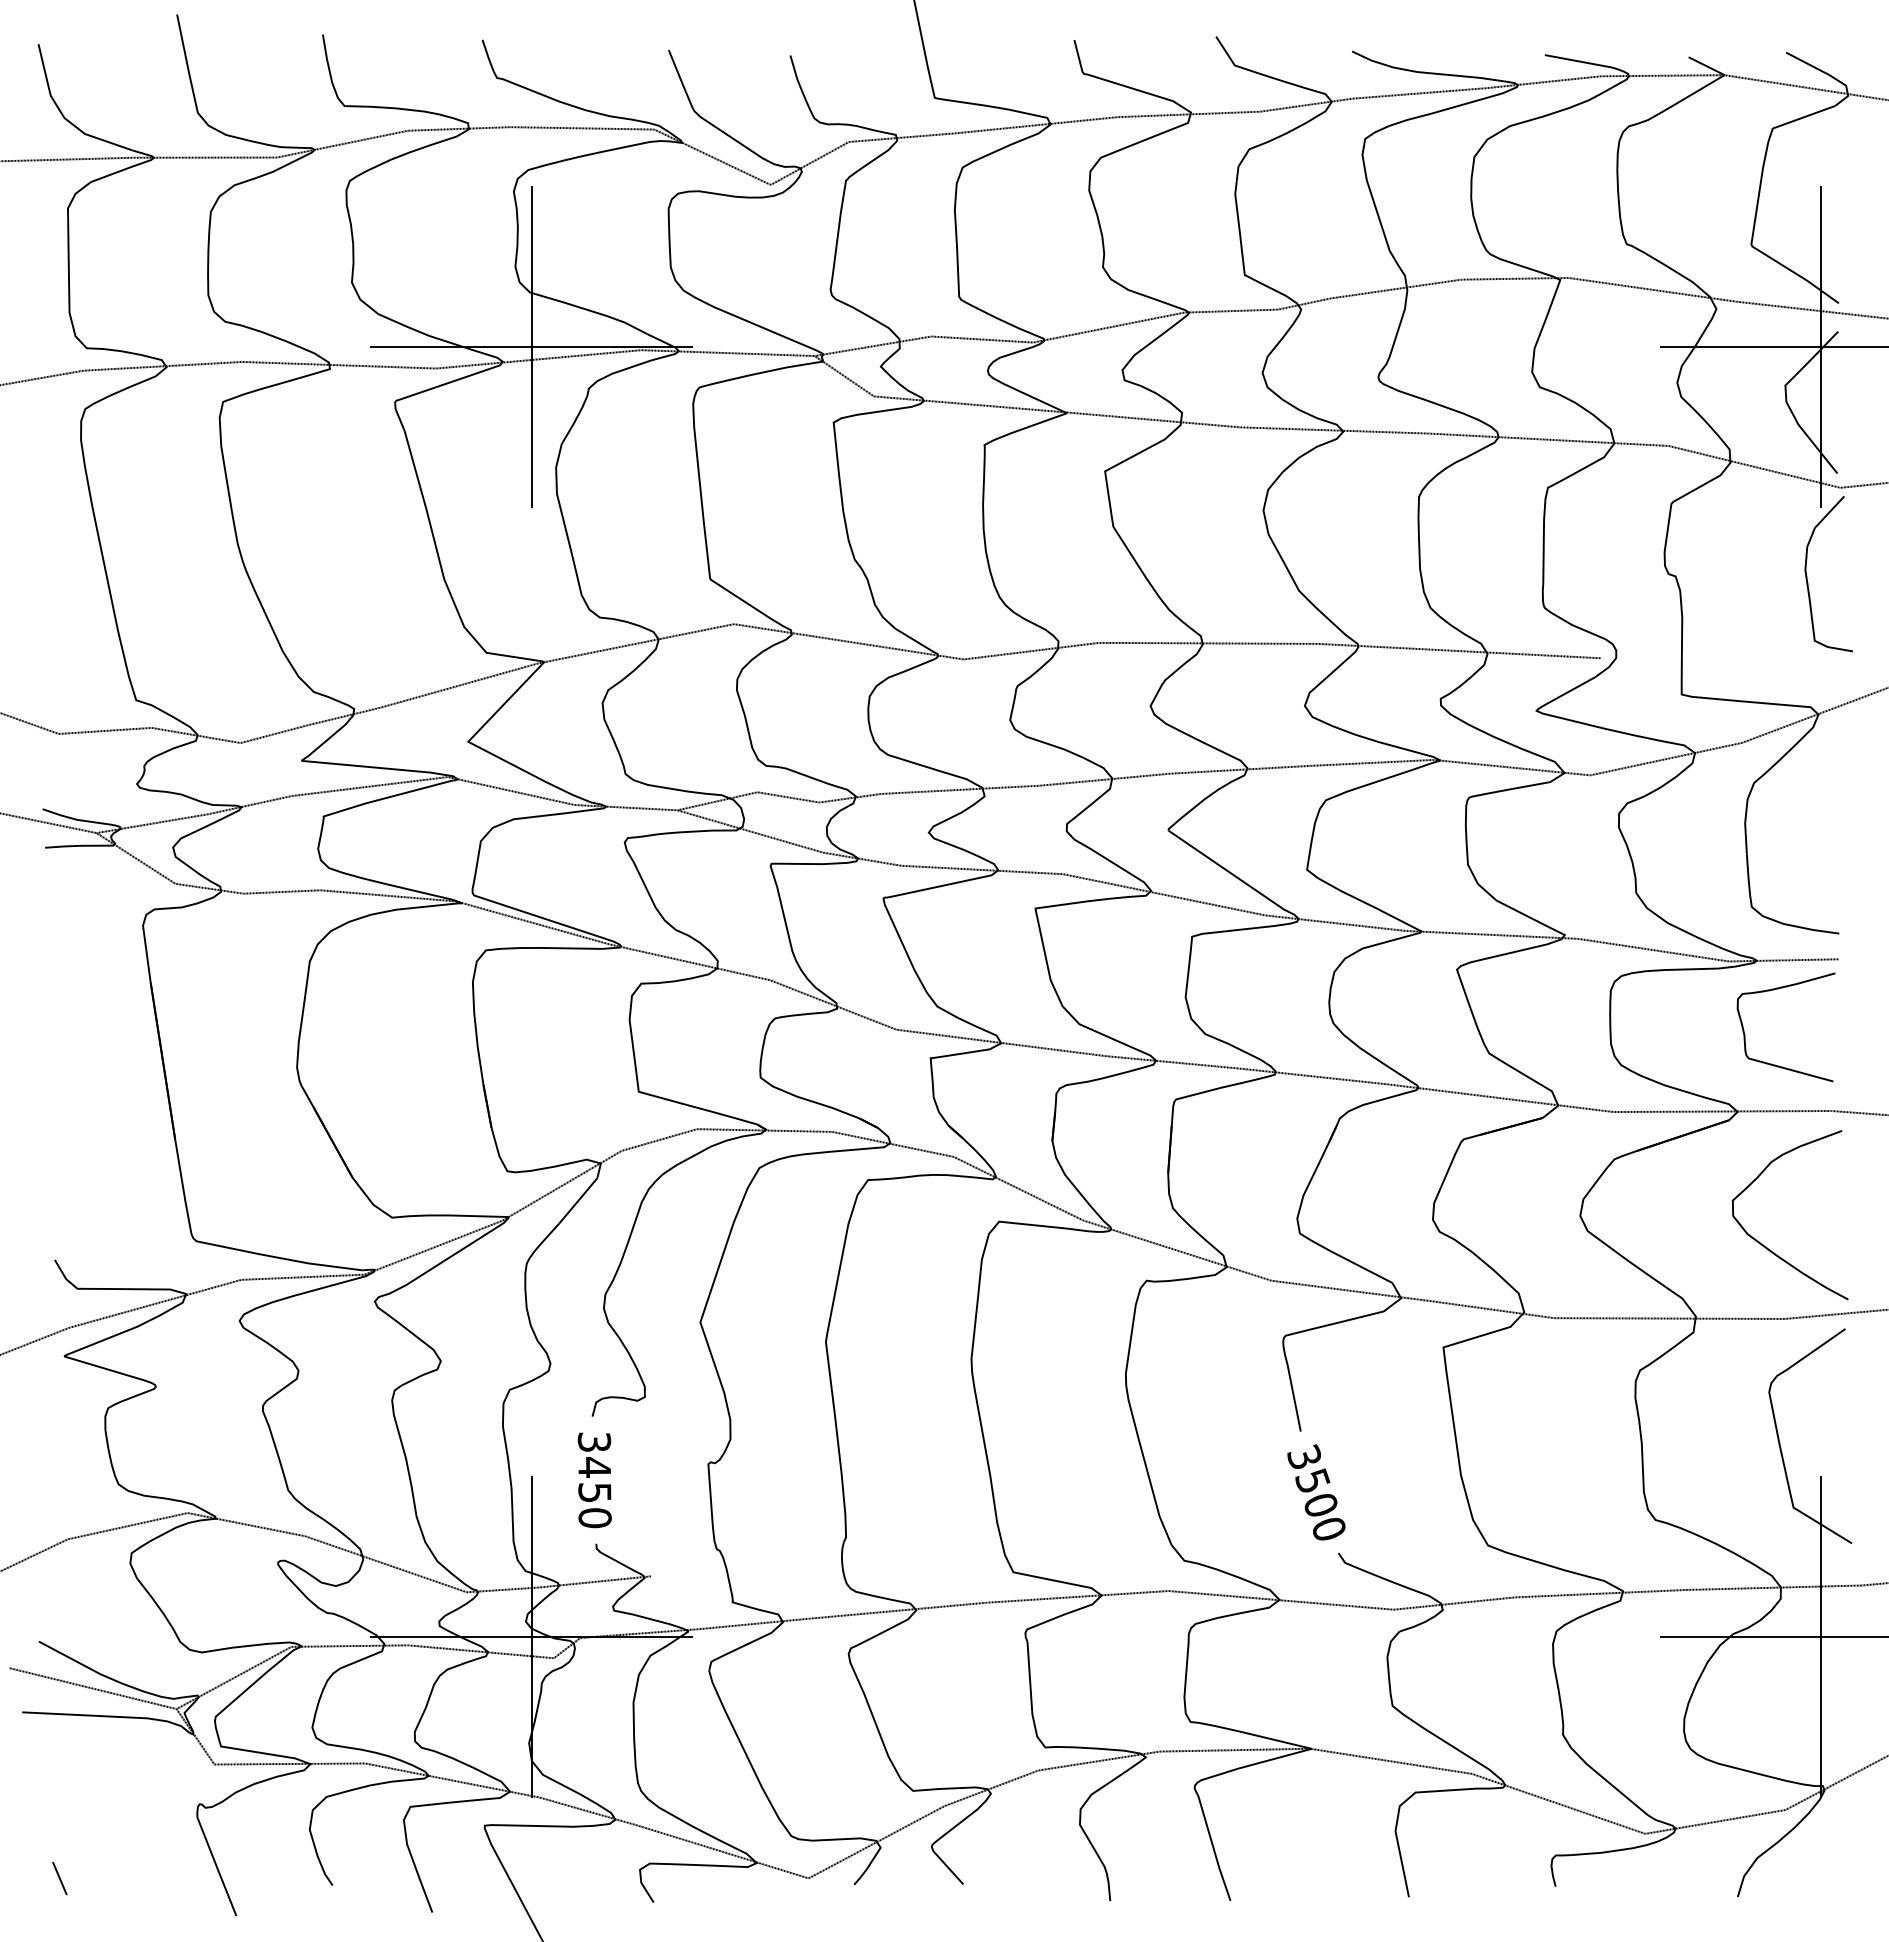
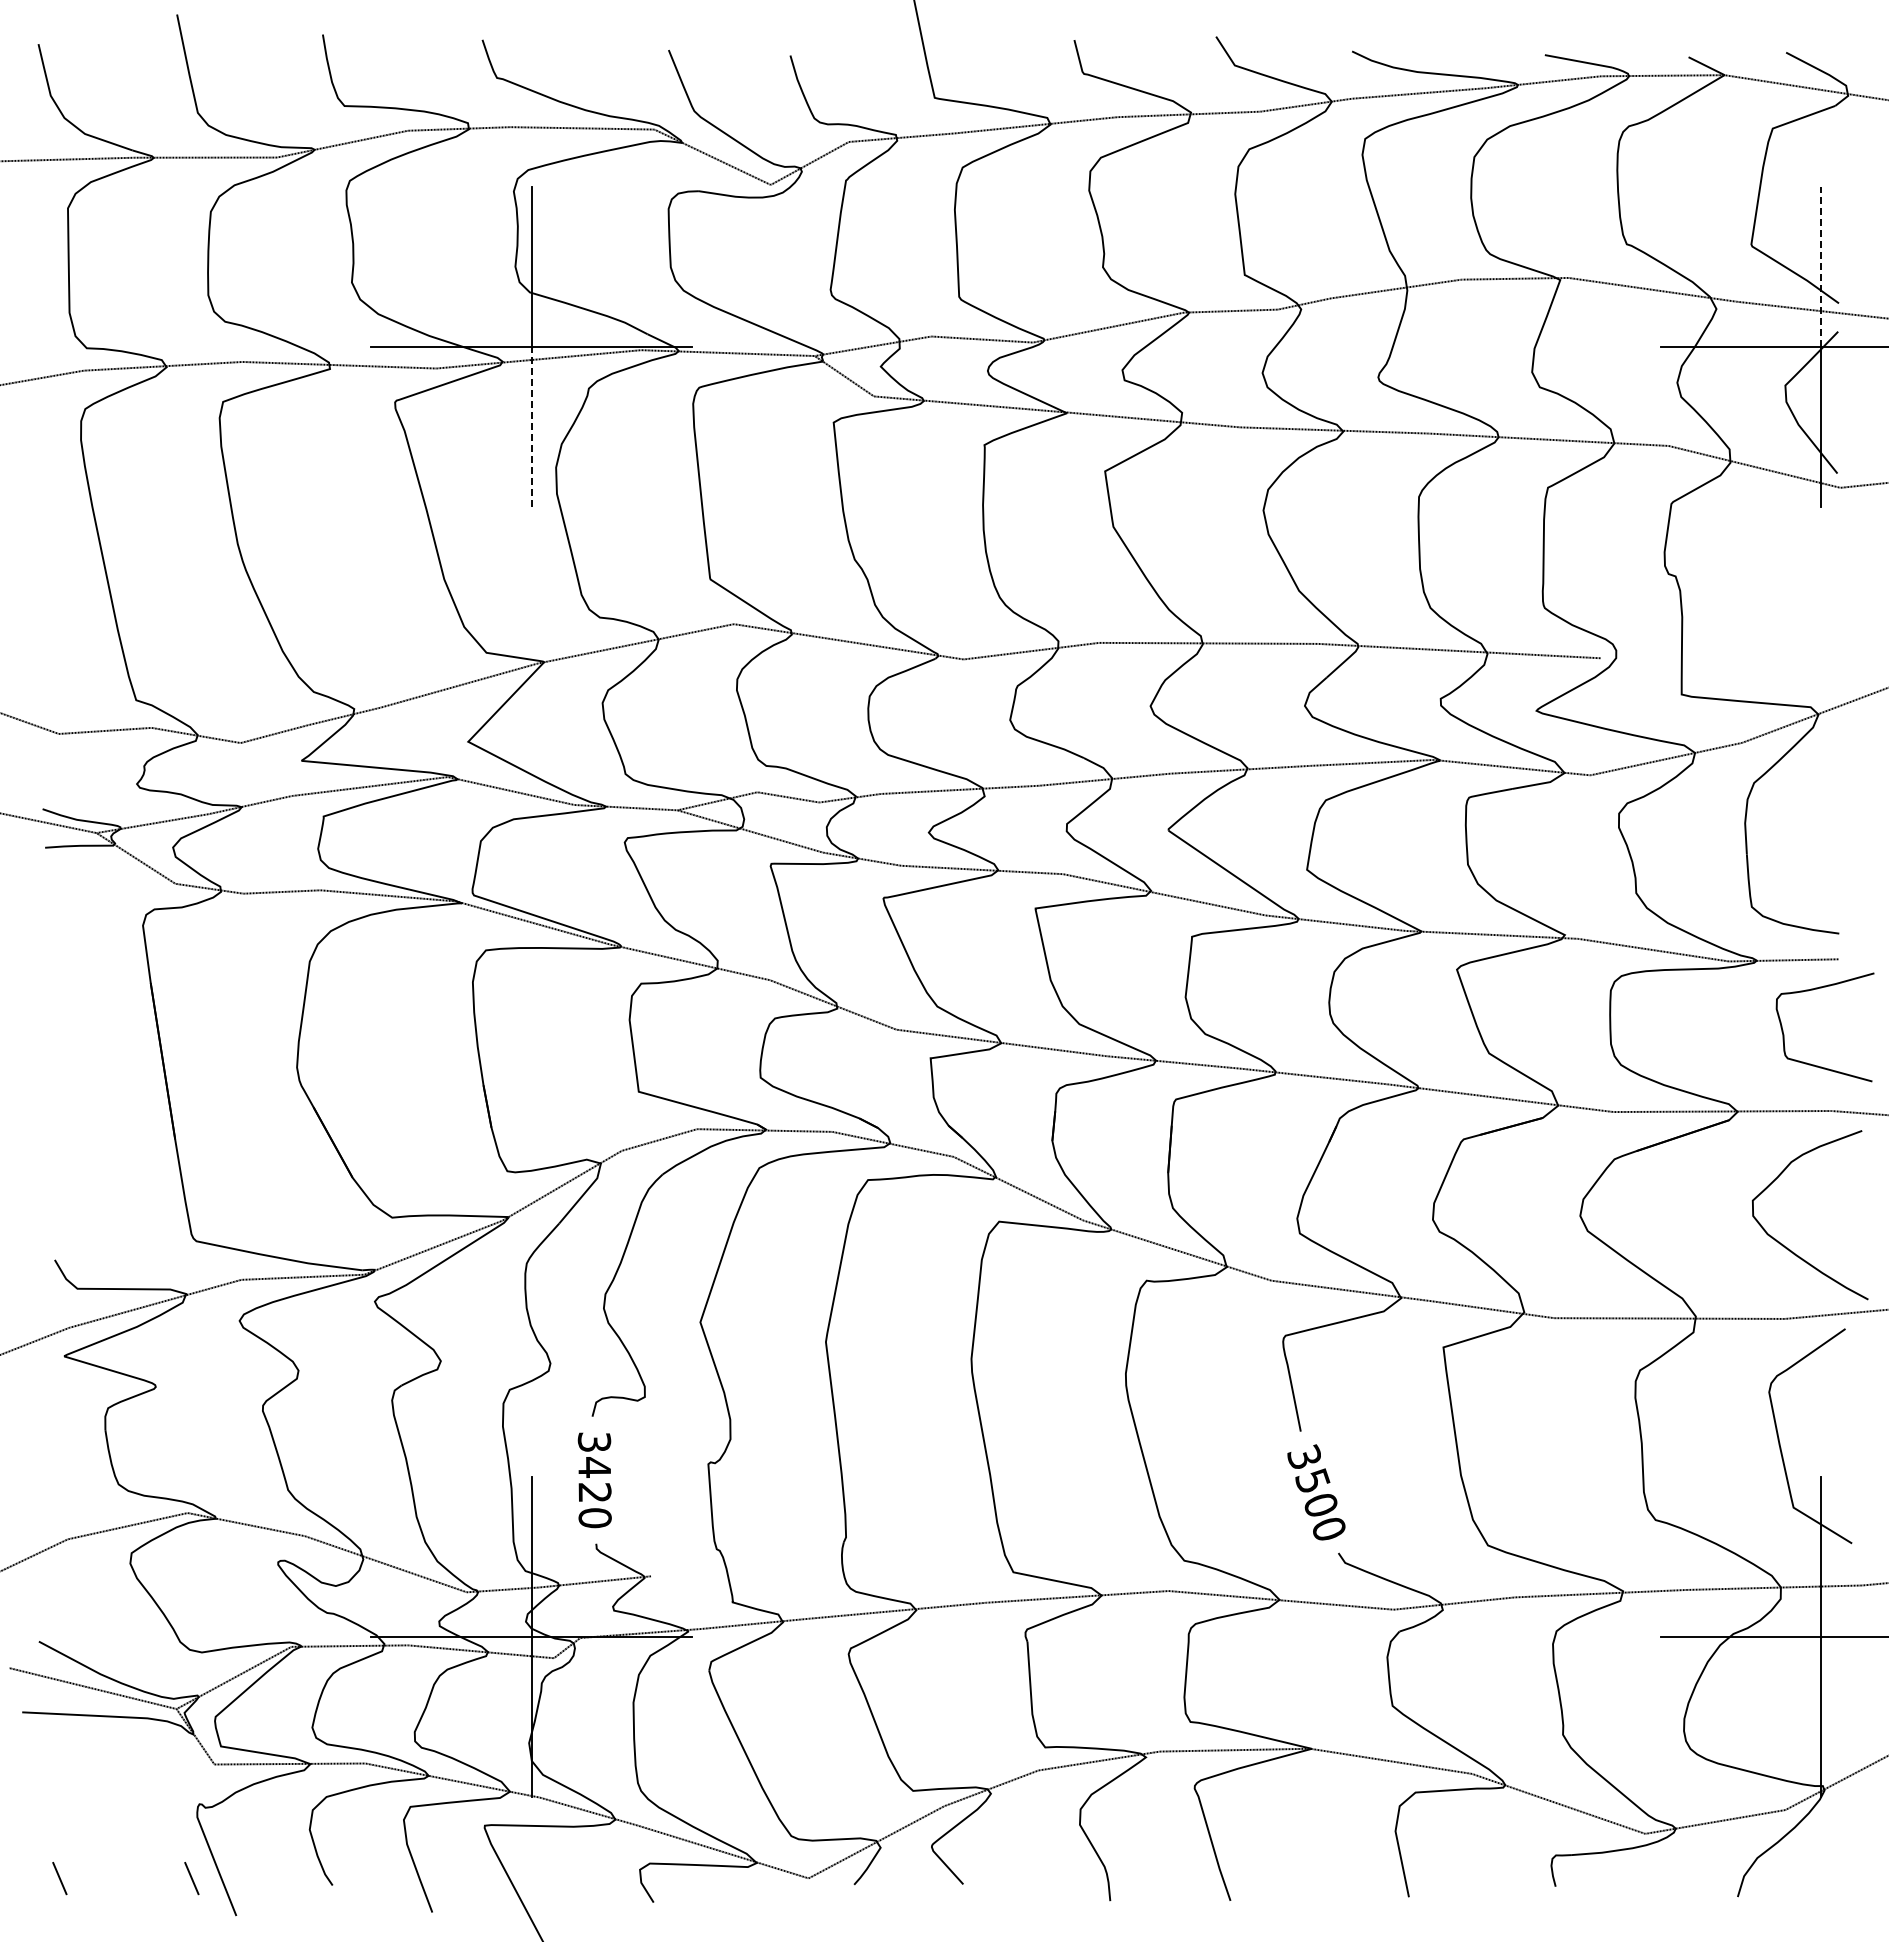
line at (1821, 266): solid -> dashed
line at (531, 427): solid -> dashed
curve at (1807, 575): present -> none
curve at (1775, 1064) position: (1775, 1064) -> (1814, 1064)
curve at (1766, 1246) position: (1766, 1246) -> (1786, 1246)
text at (594, 1492): 3450 -> 3420
line at (191, 1878): none -> present
